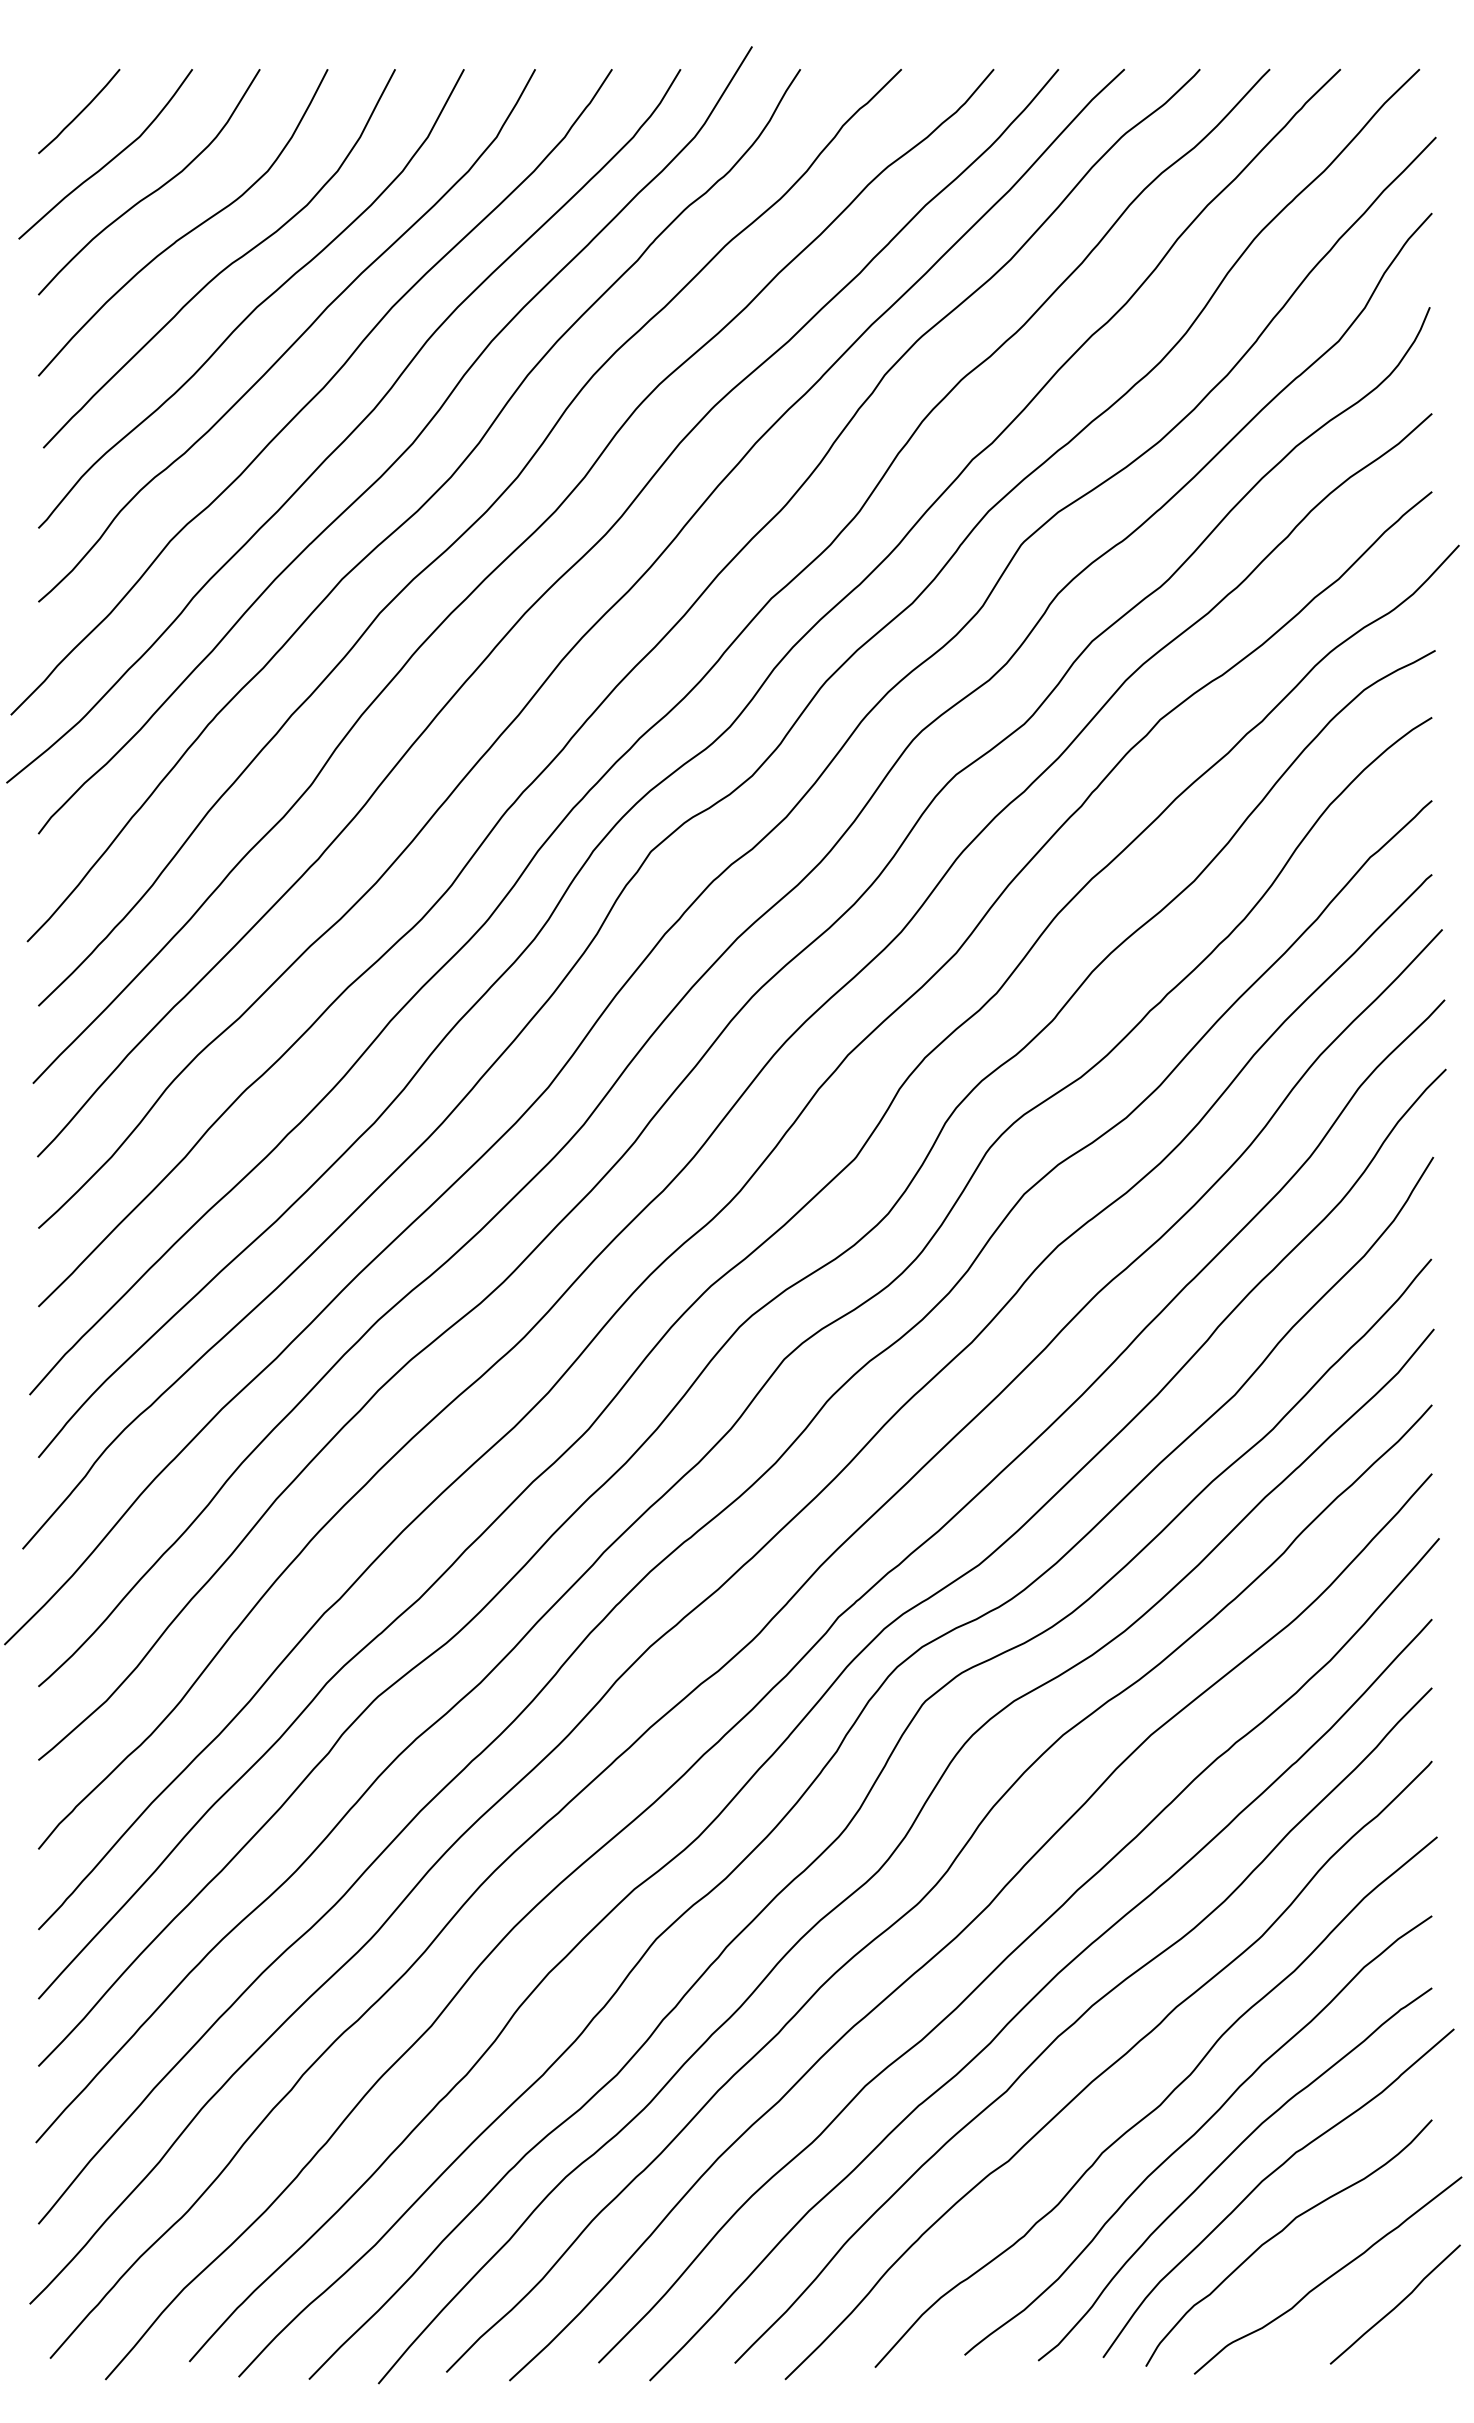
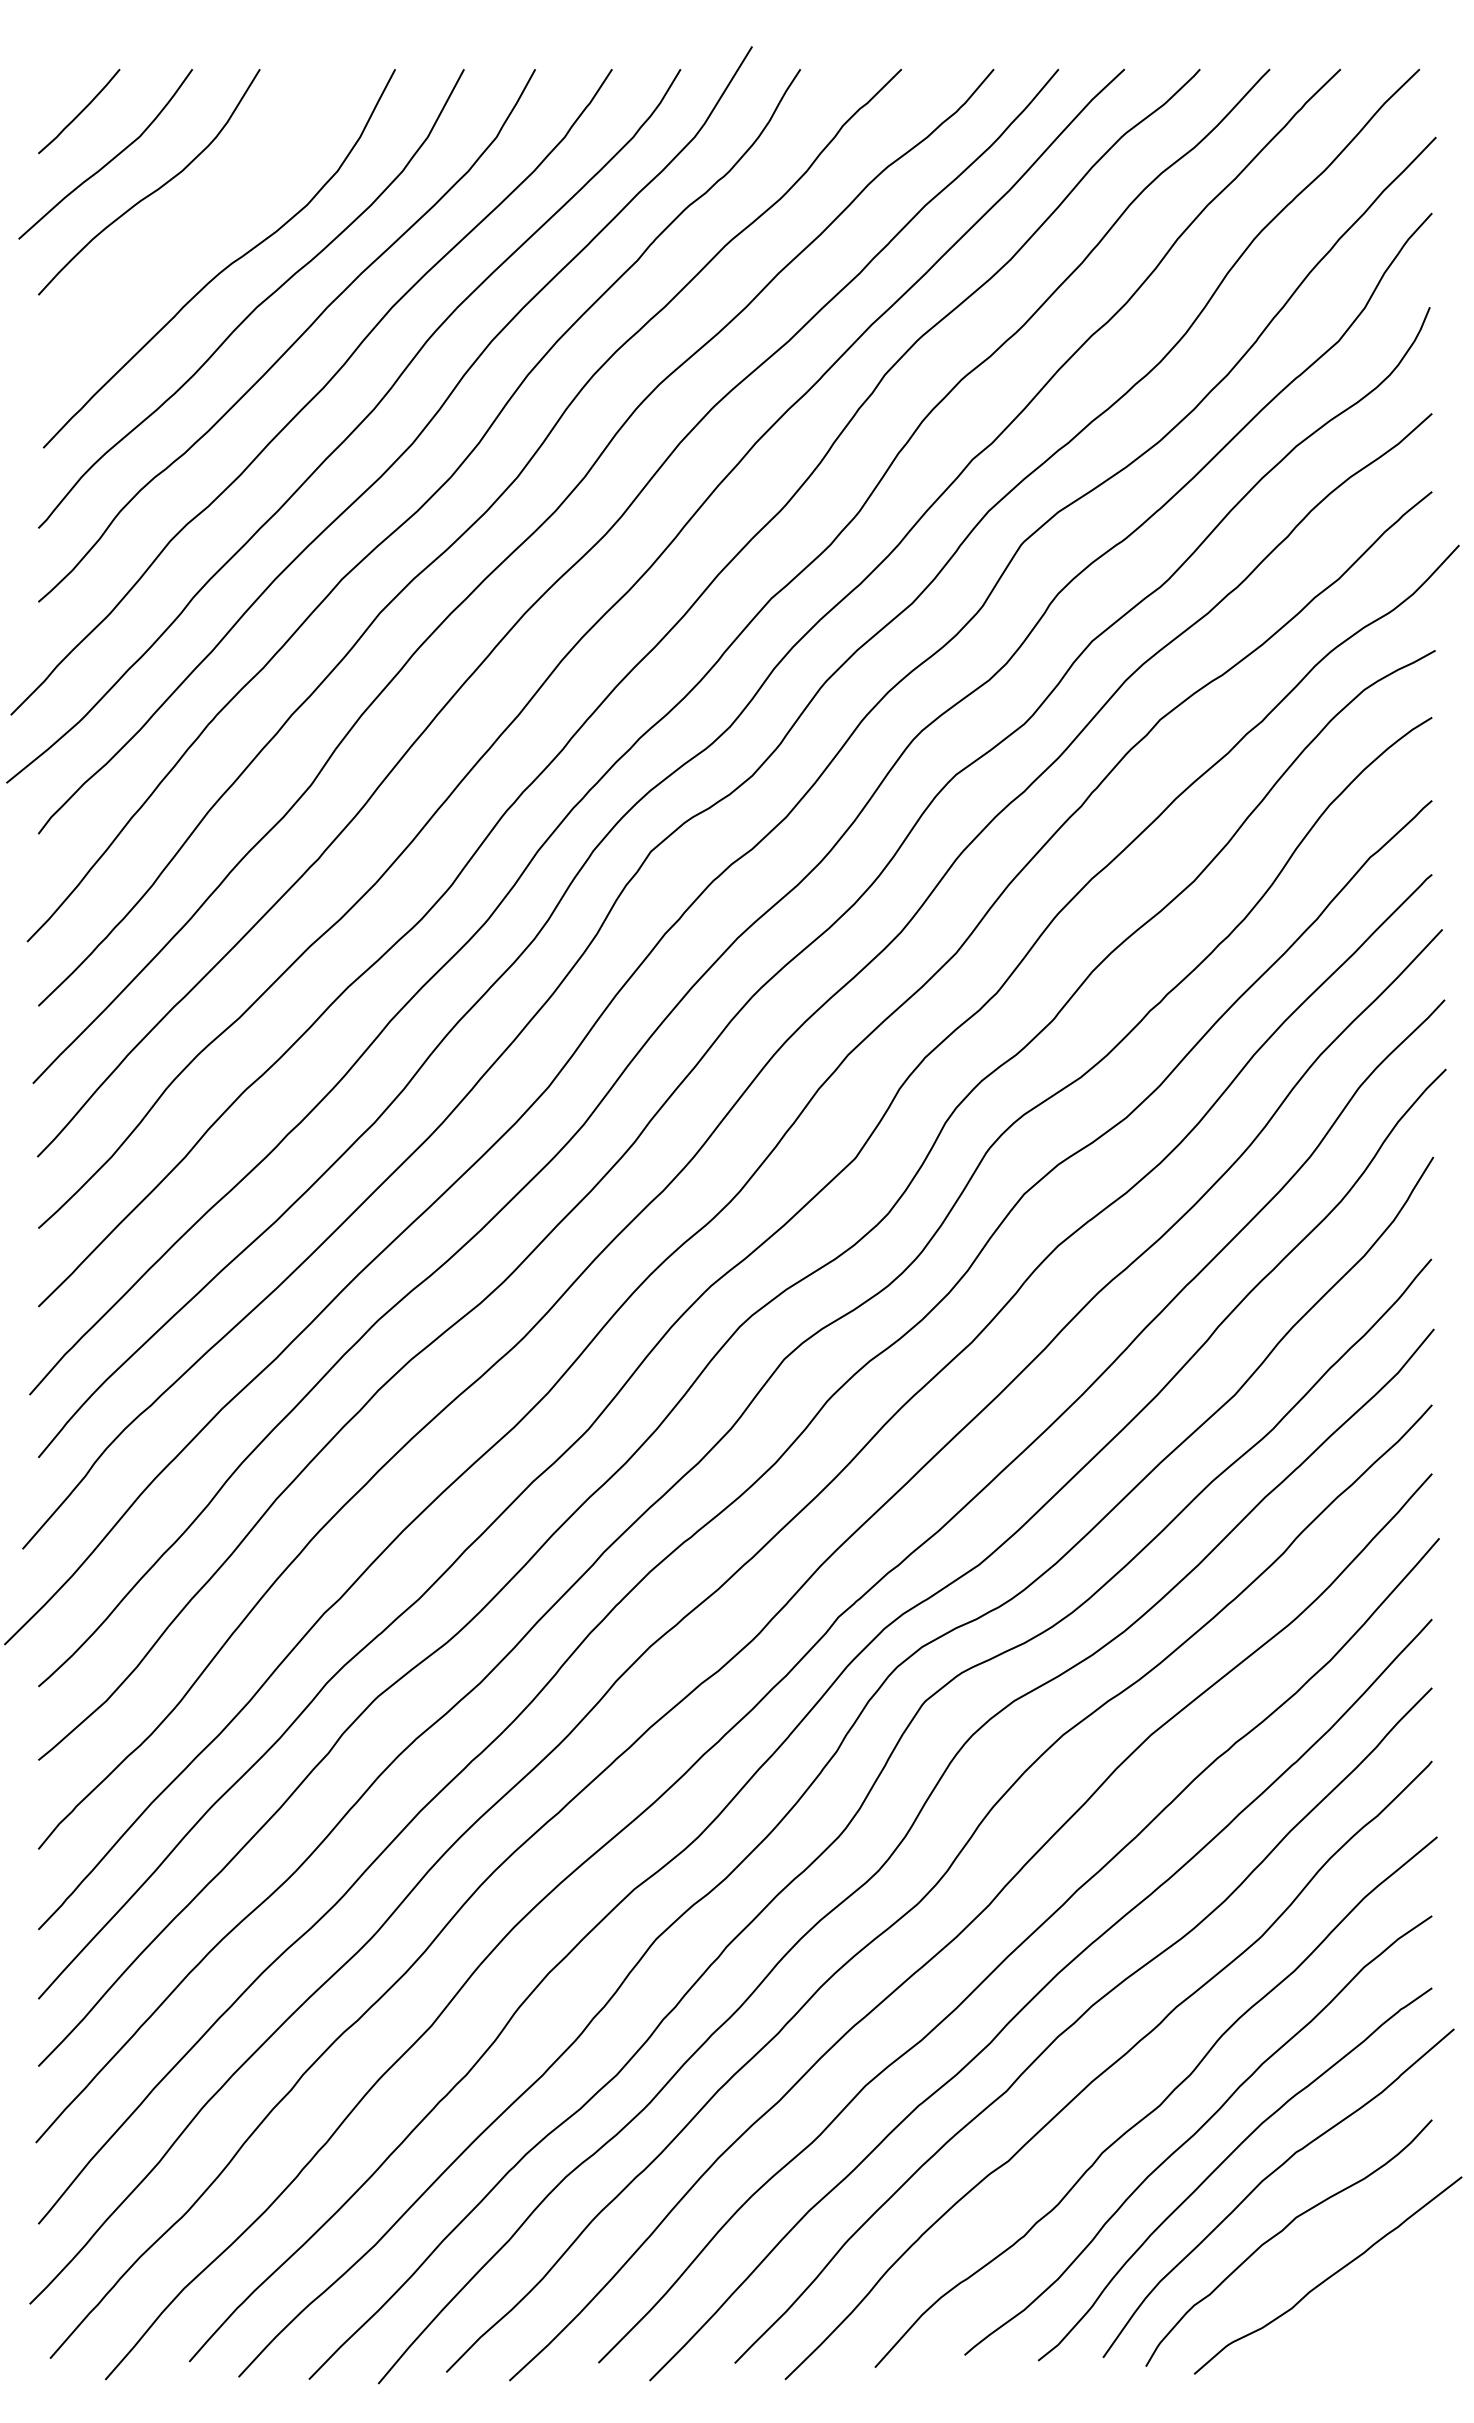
curve at (188, 231): present -> none
curve at (1396, 2305): present -> none
